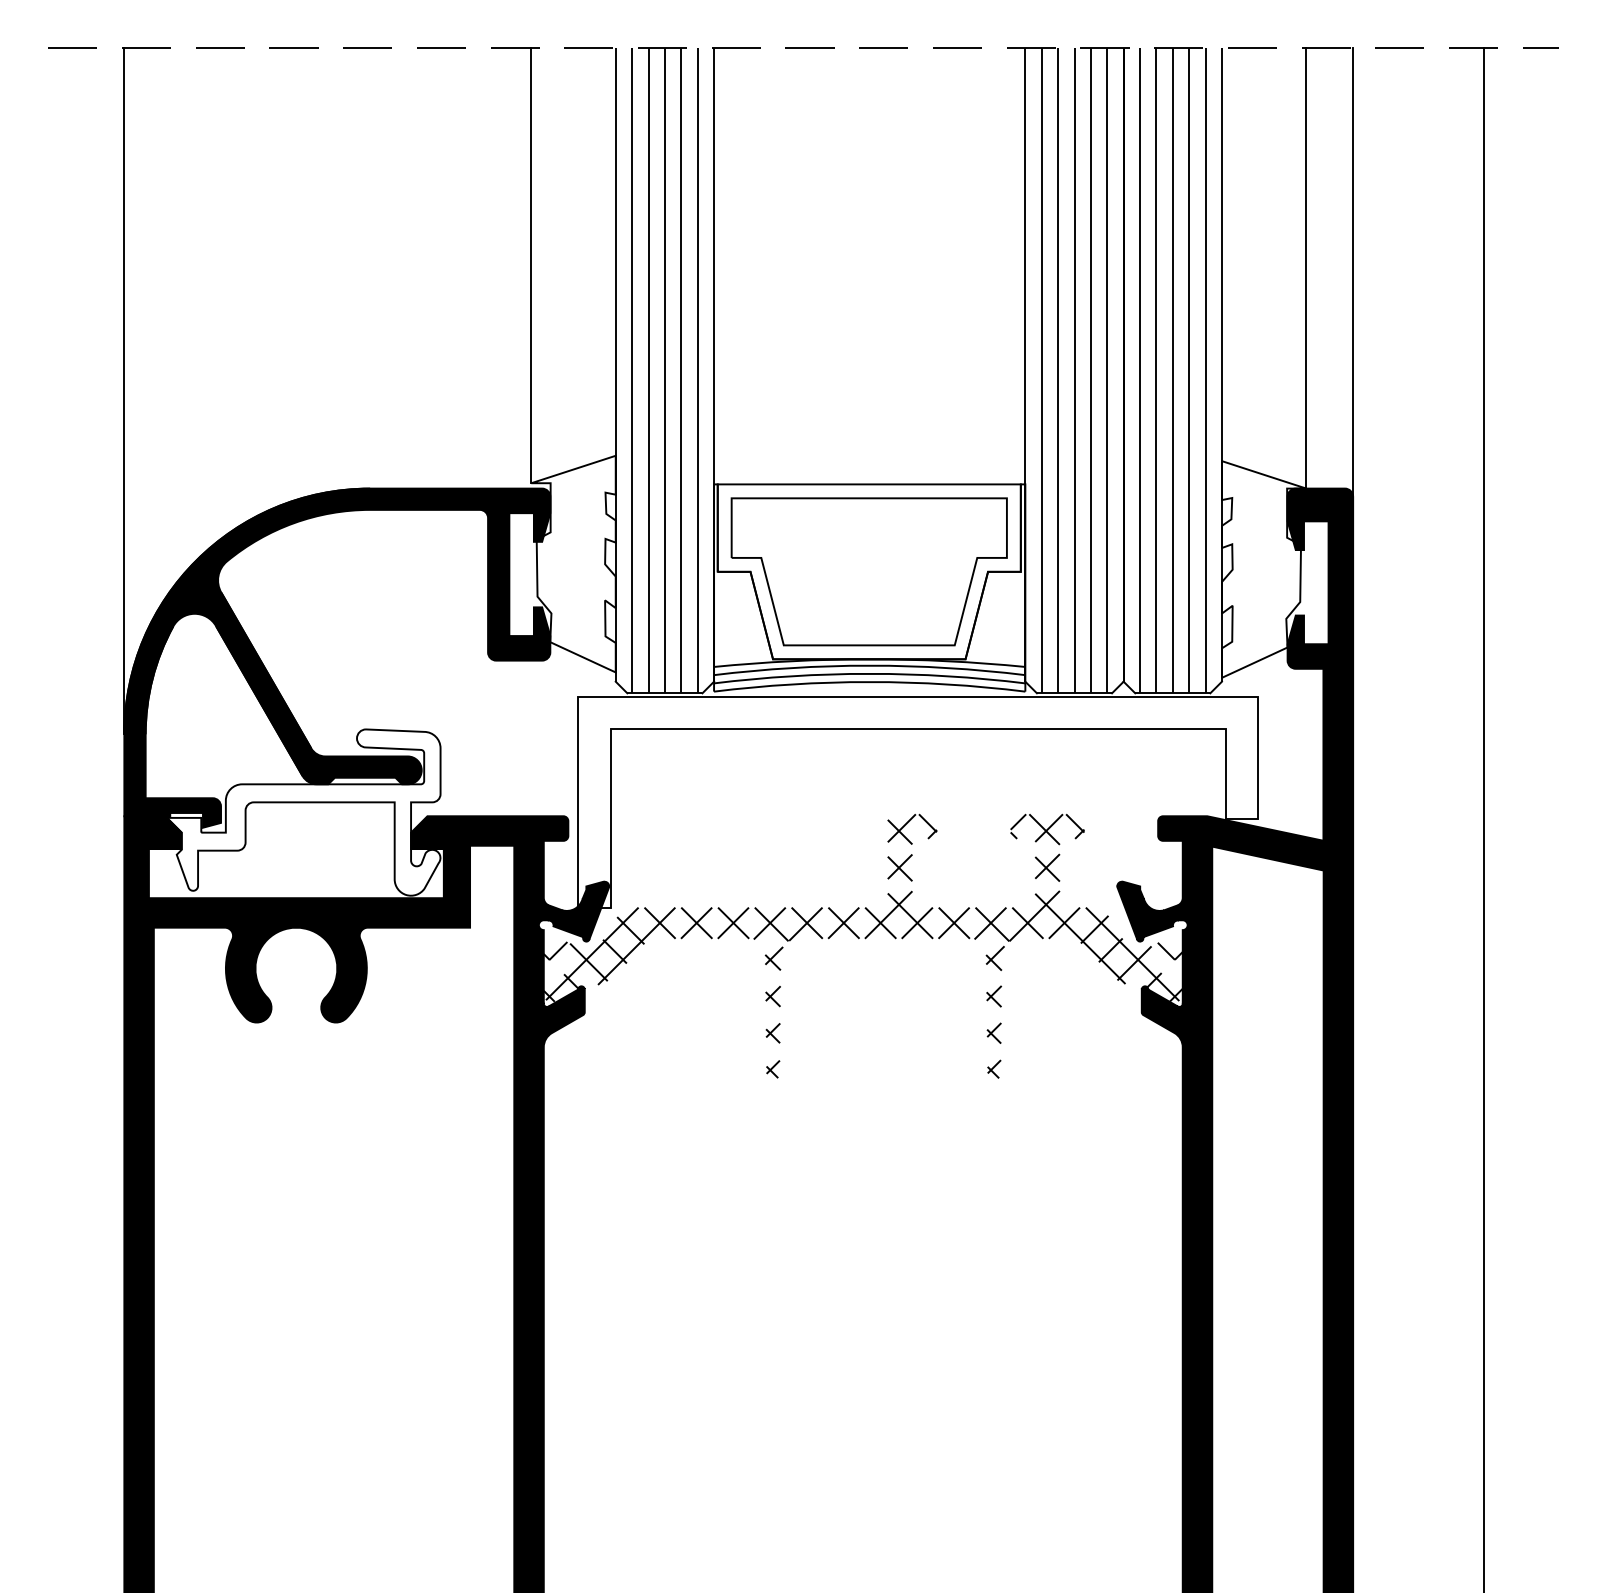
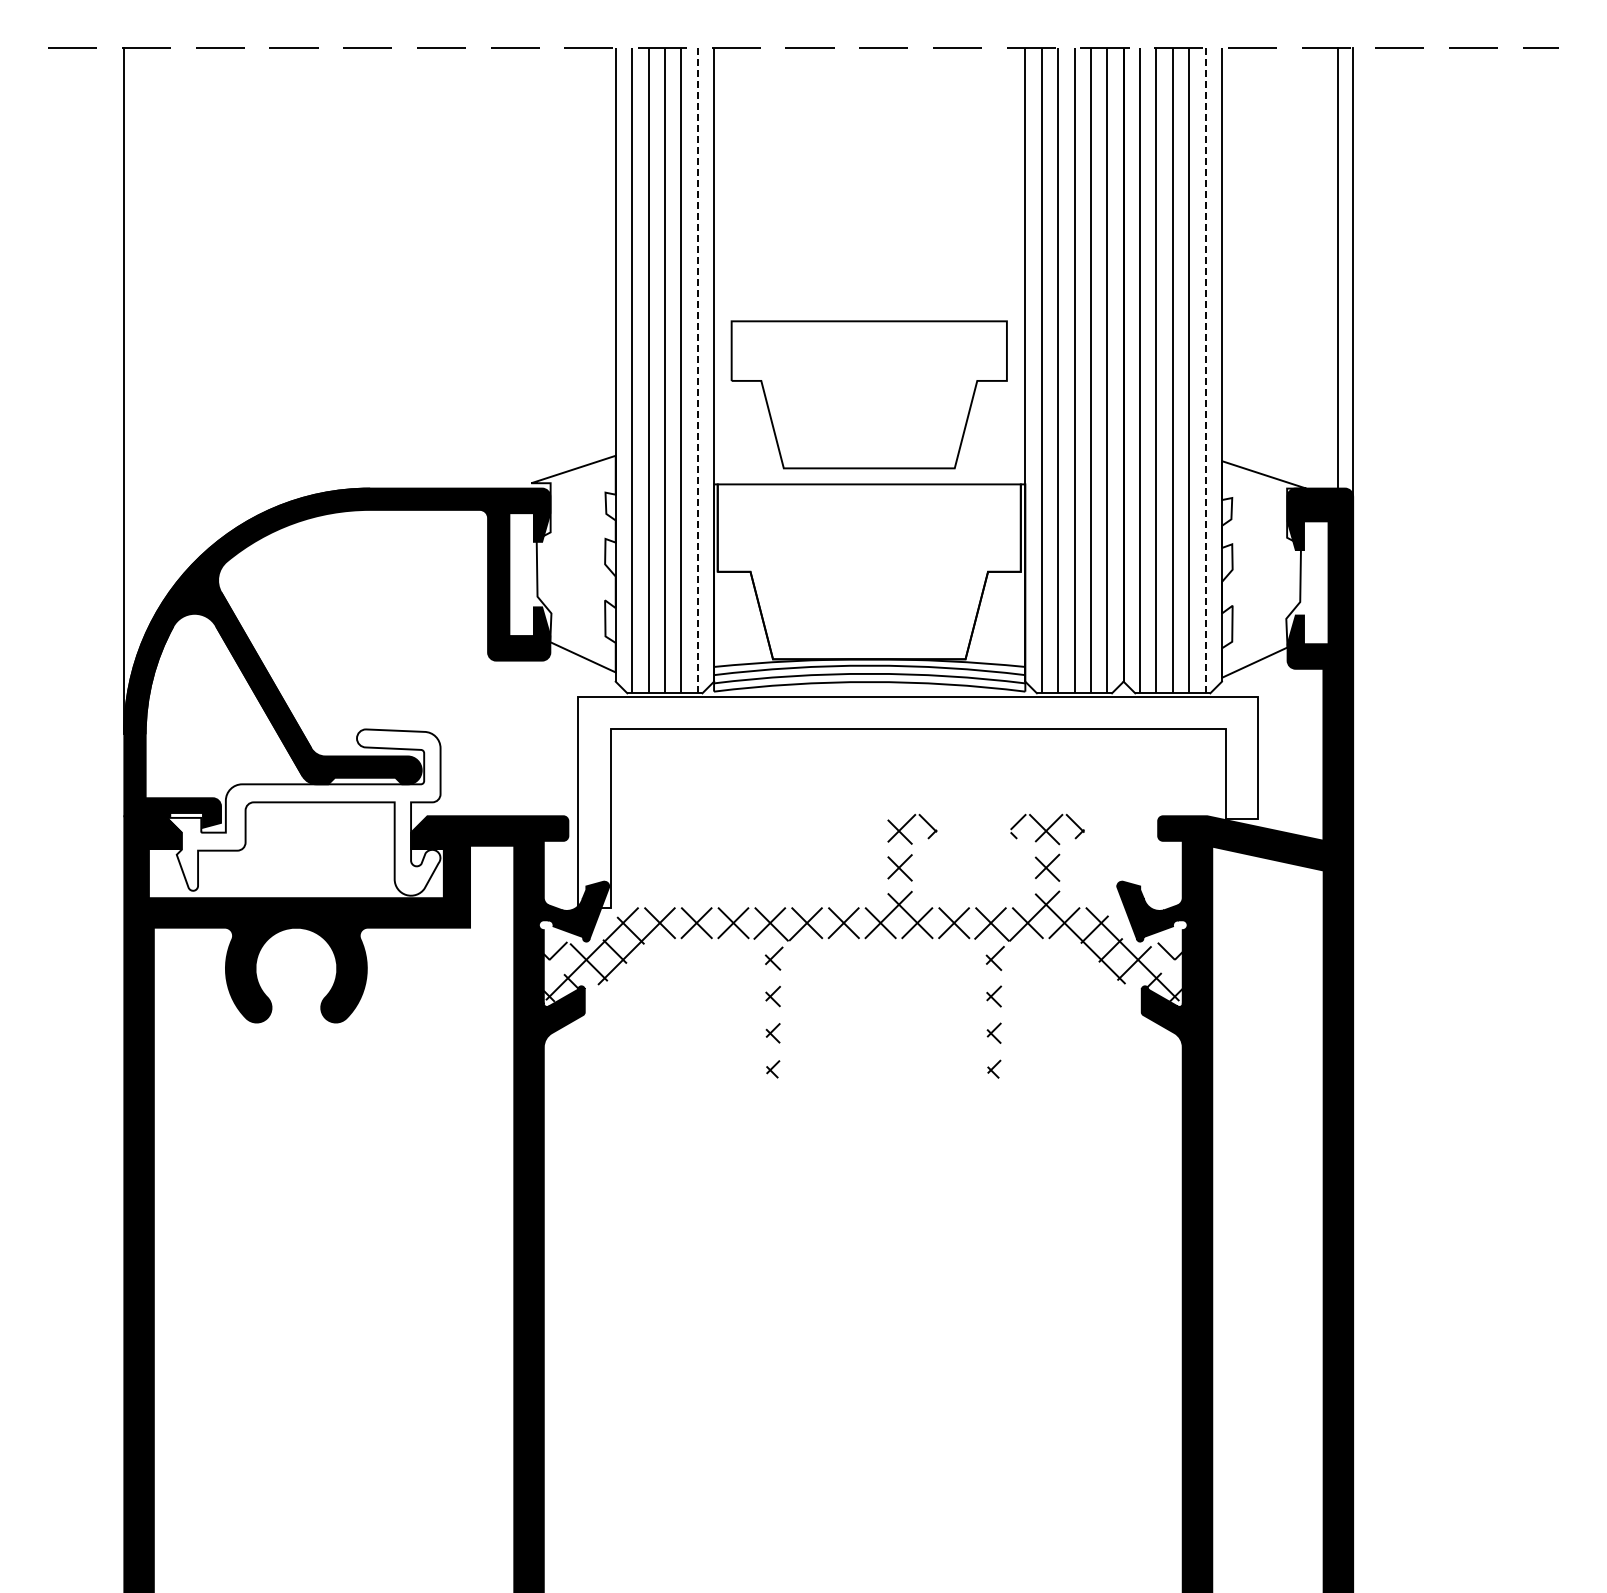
line at (531, 265): present -> none
line at (1306, 267) position: (1306, 267) -> (1338, 267)
line at (697, 370): solid -> dashed
line at (1205, 370): solid -> dashed
part at (868, 571) position: (868, 571) -> (868, 394)
line at (1484, 818): present -> none
